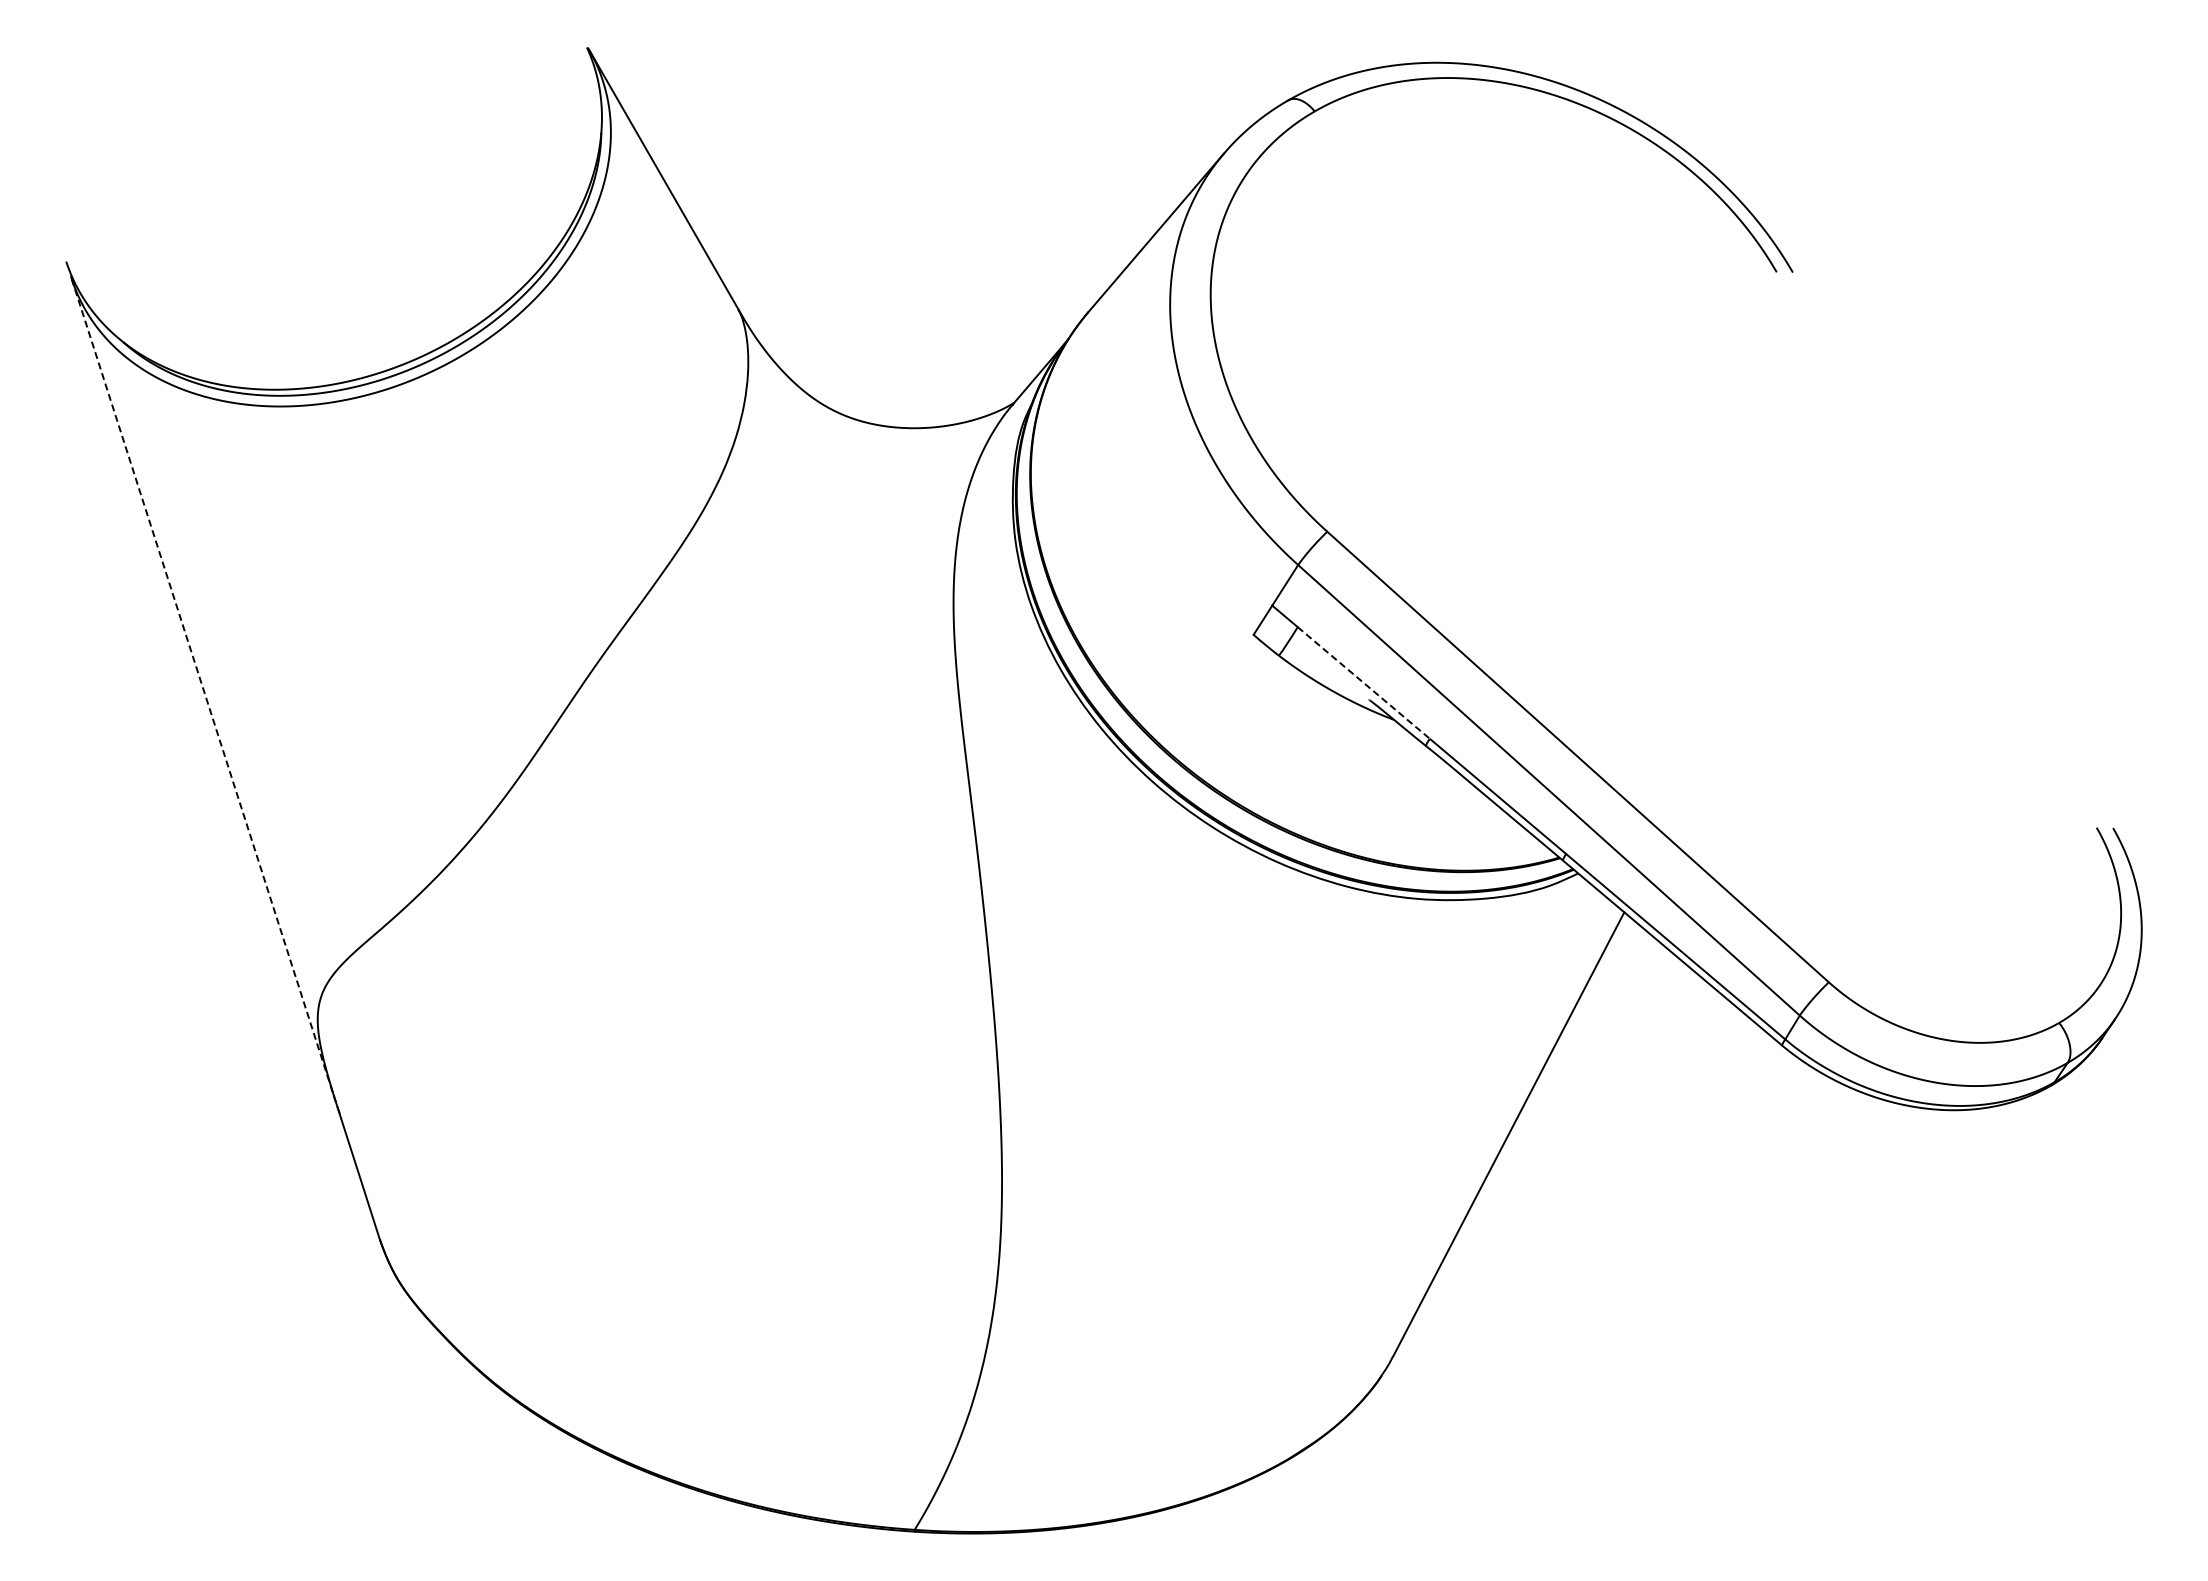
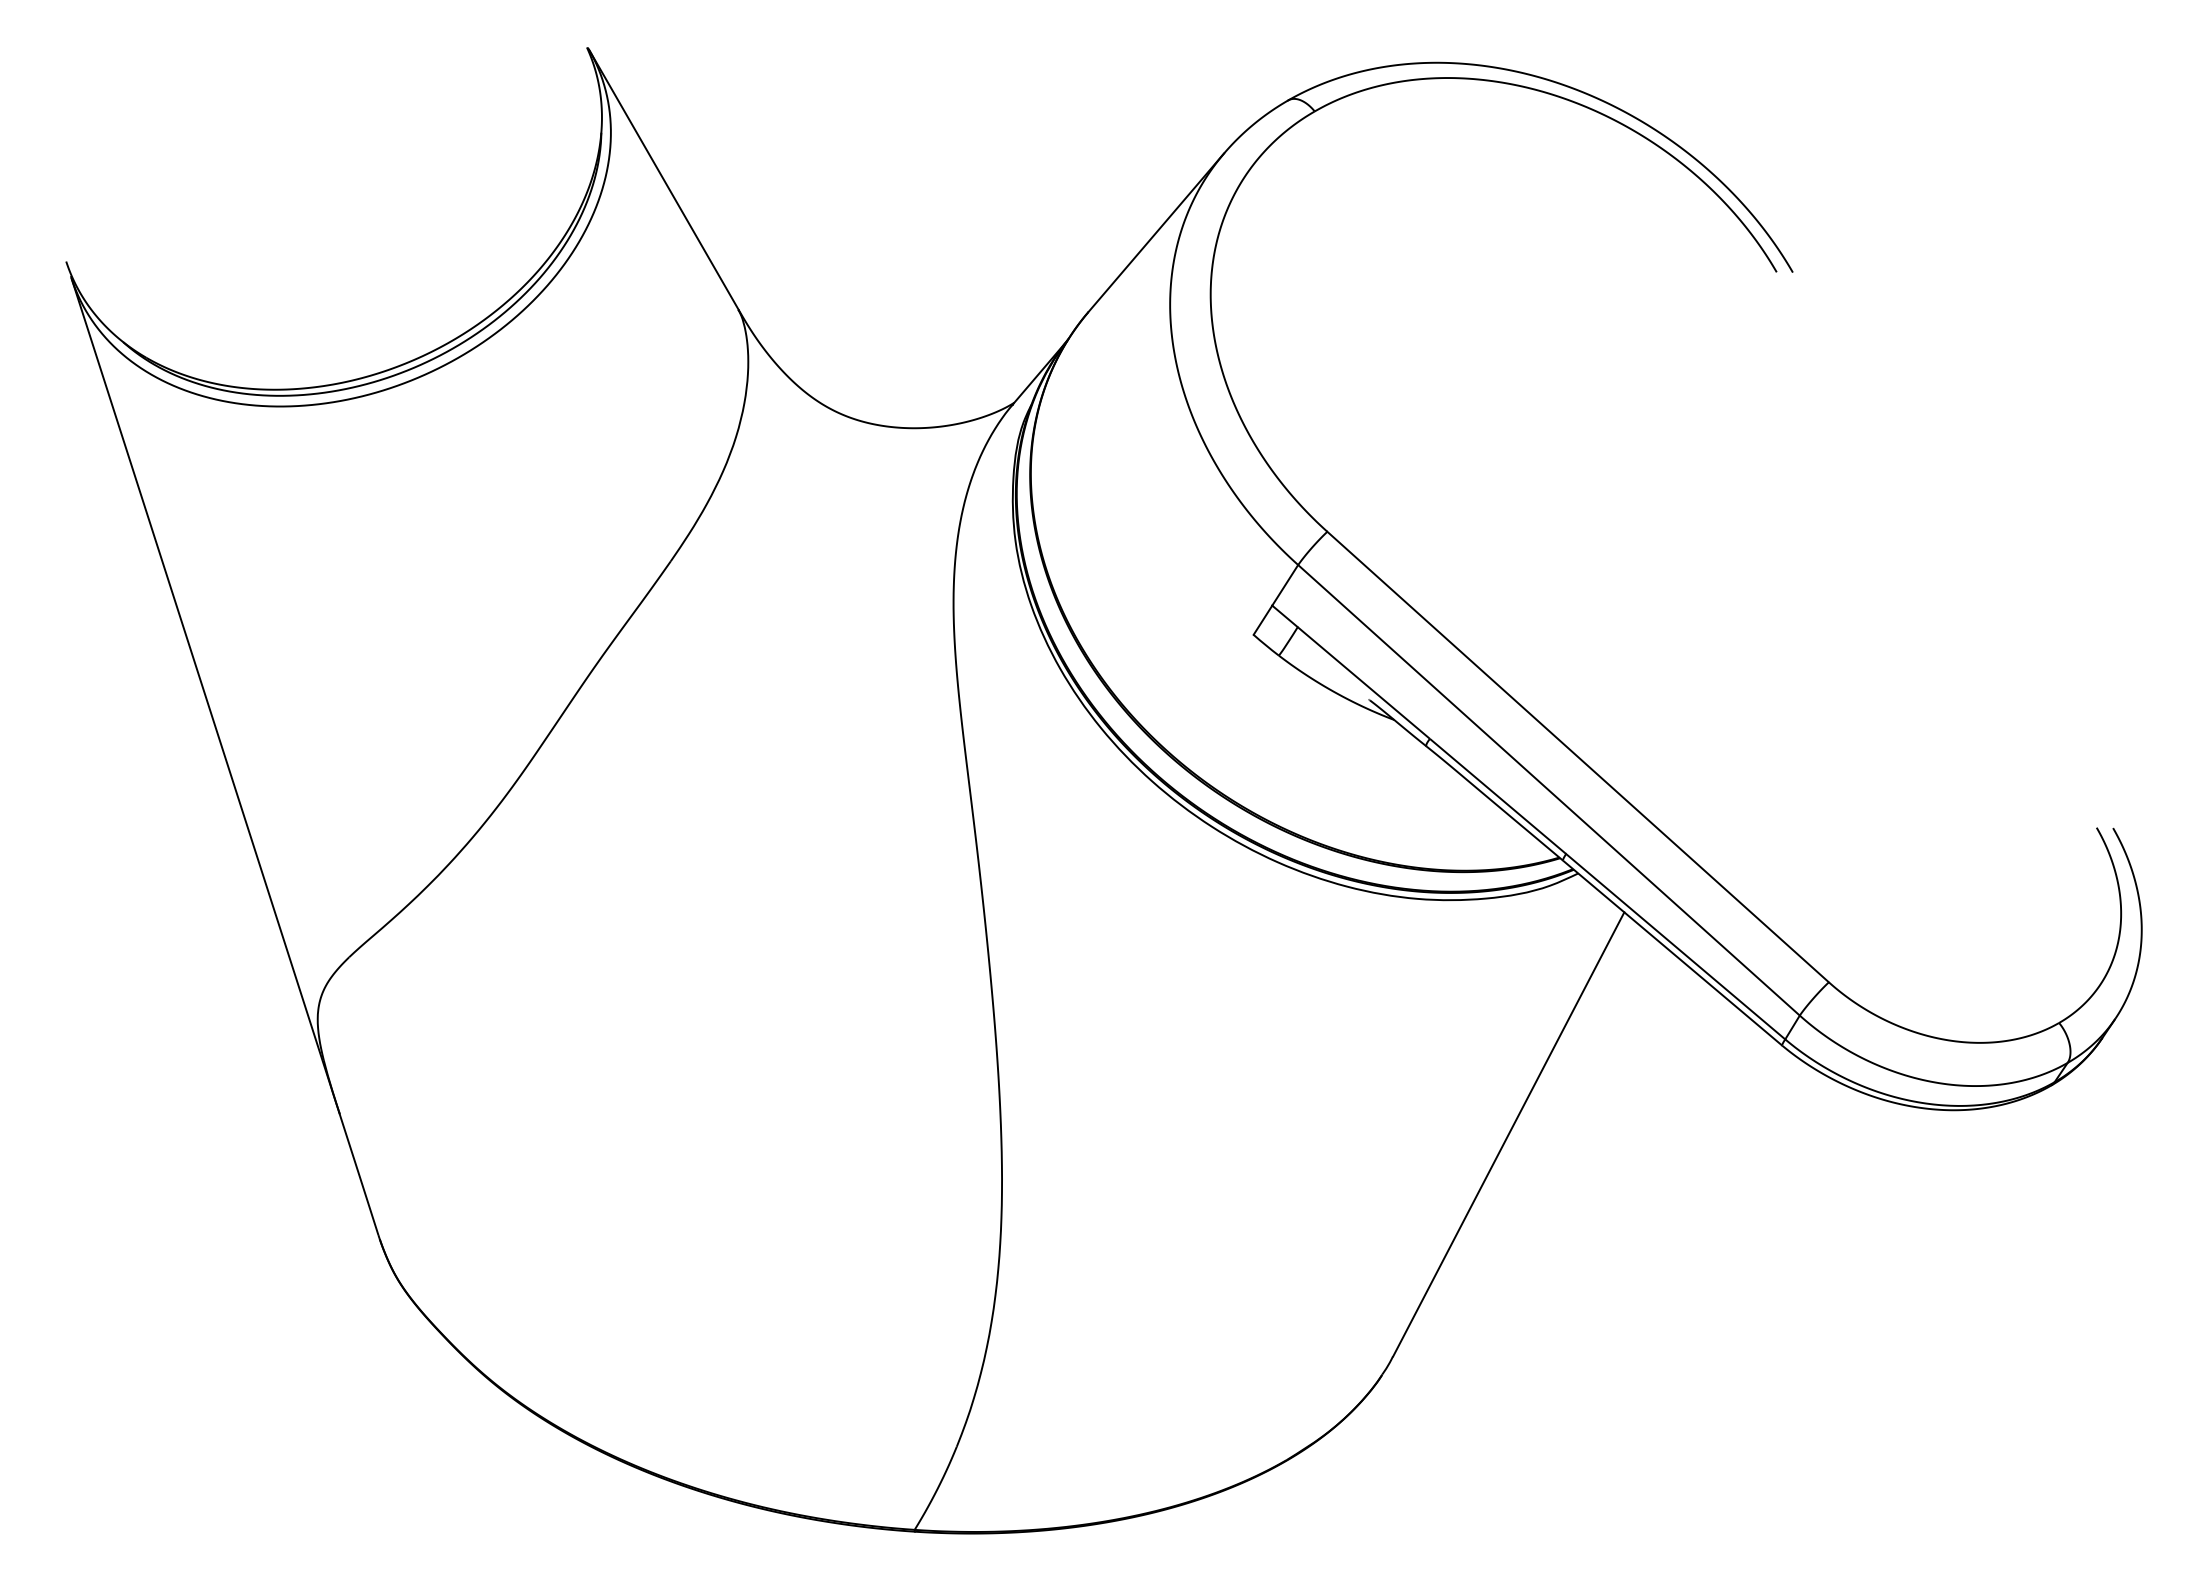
line at (1363, 682): dashed -> solid
line at (205, 695): dashed -> solid
